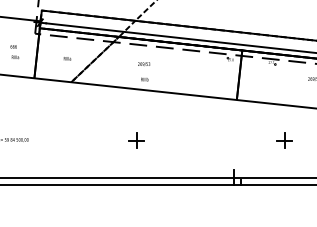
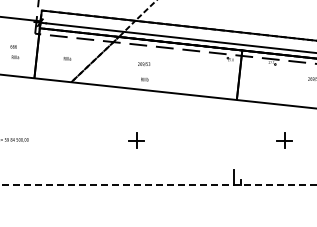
line at (157, 177): present -> none
line at (158, 185): solid -> dashed
